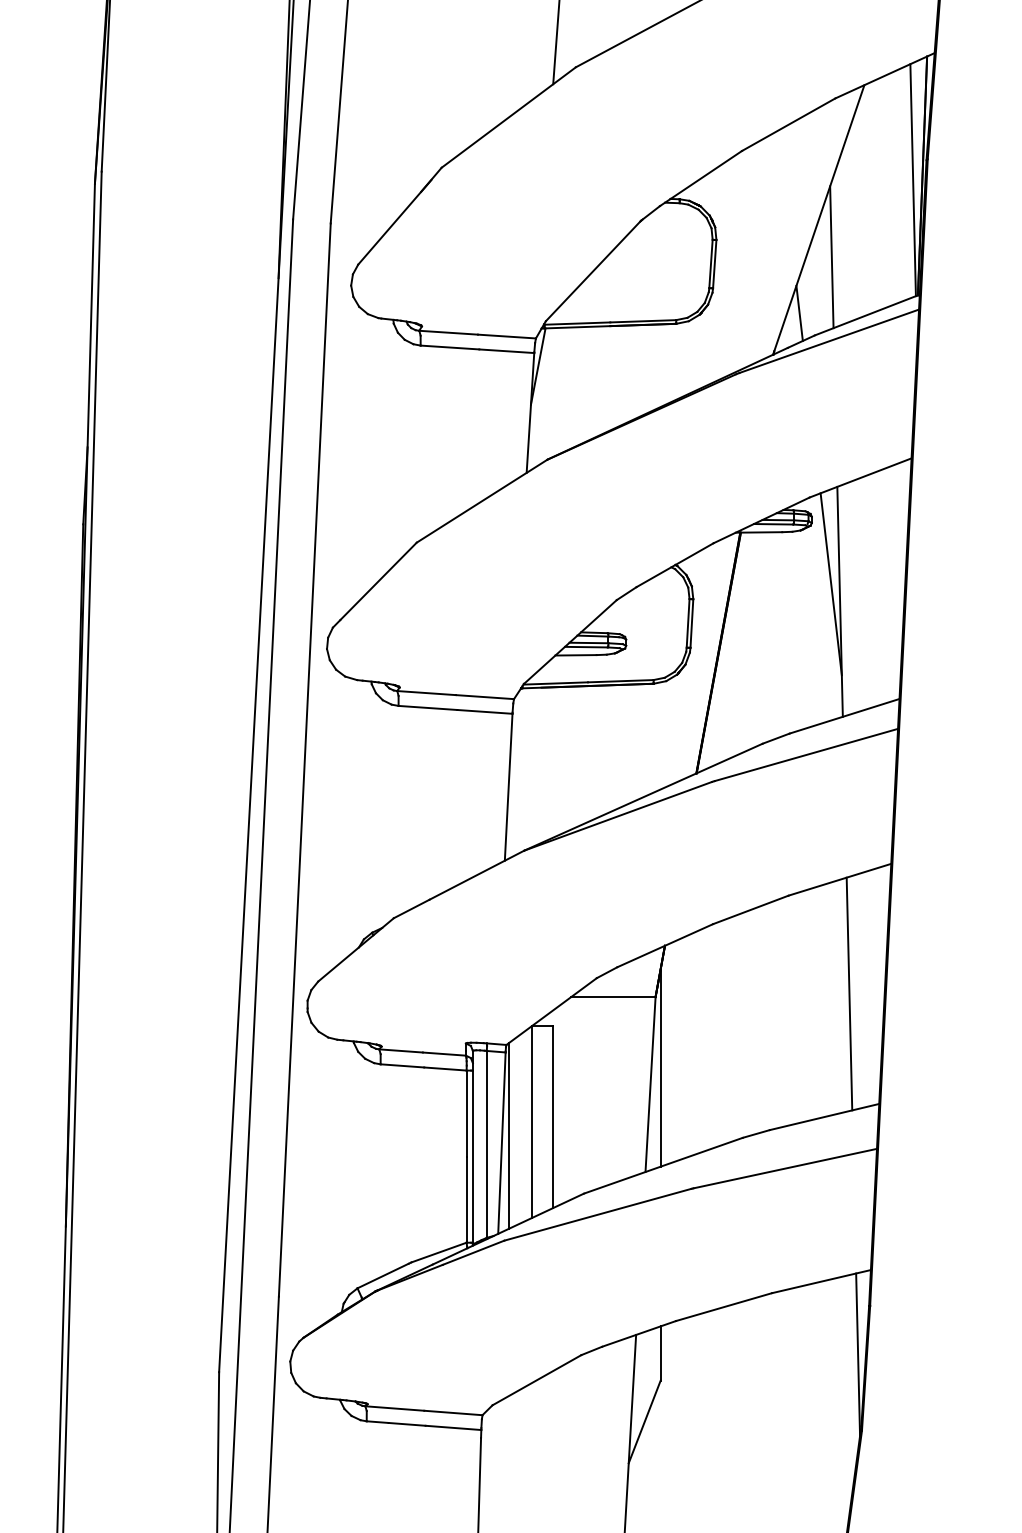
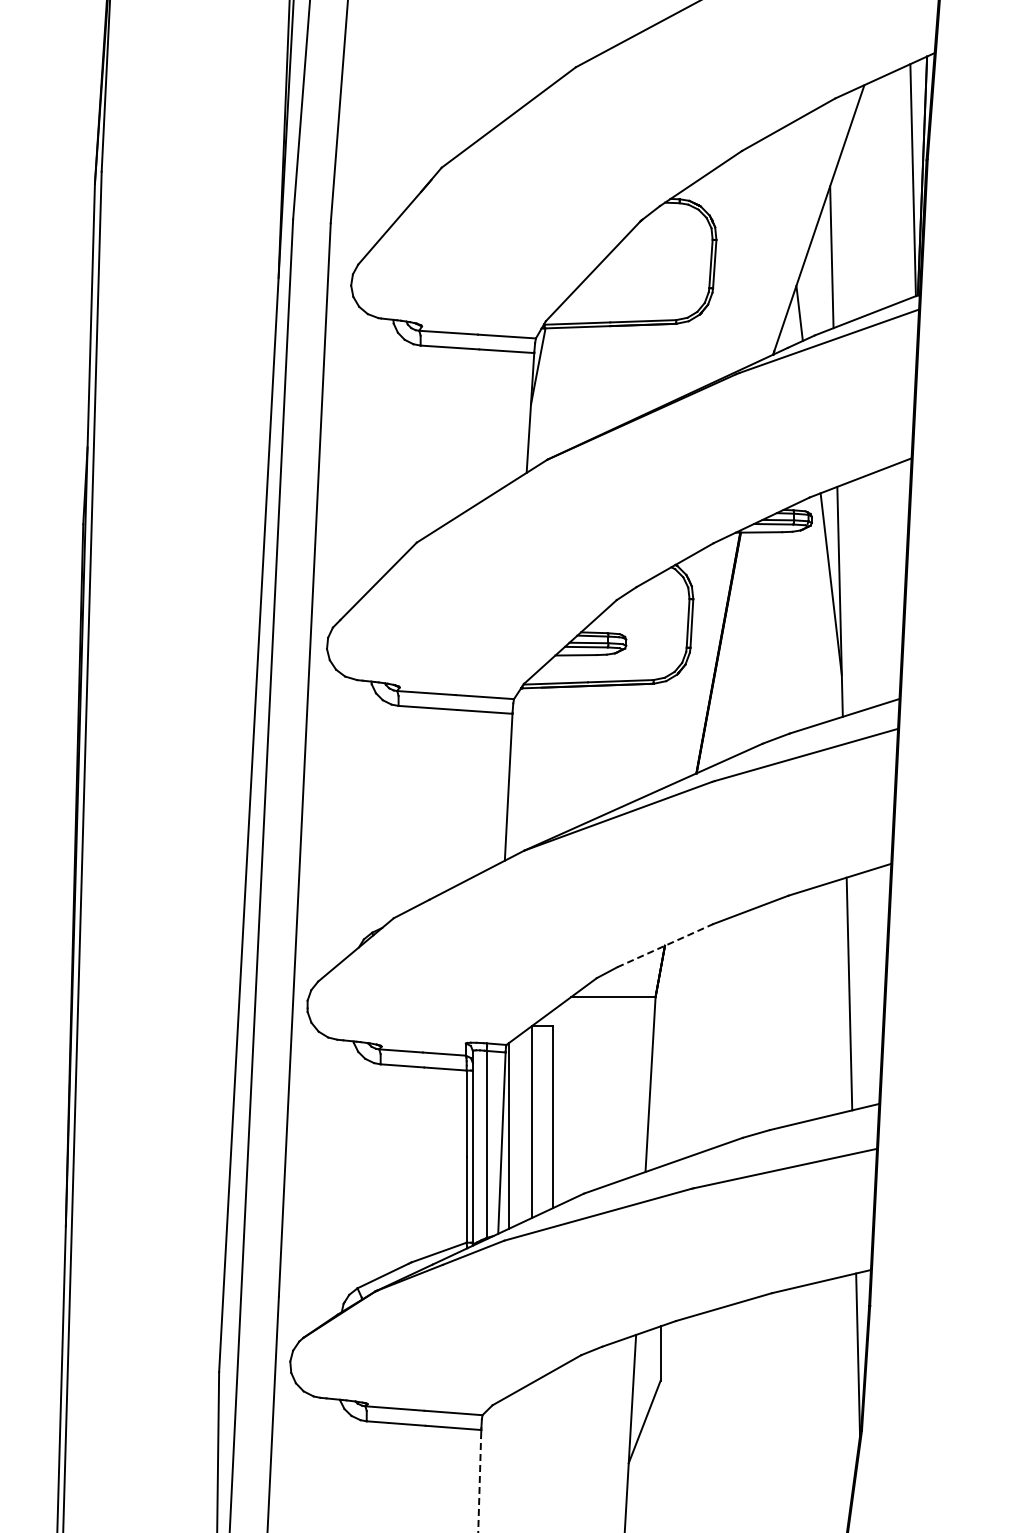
line at (556, 43): present -> none
line at (665, 945): solid -> dashed
line at (660, 1067): present -> none
line at (479, 1485): solid -> dashed
